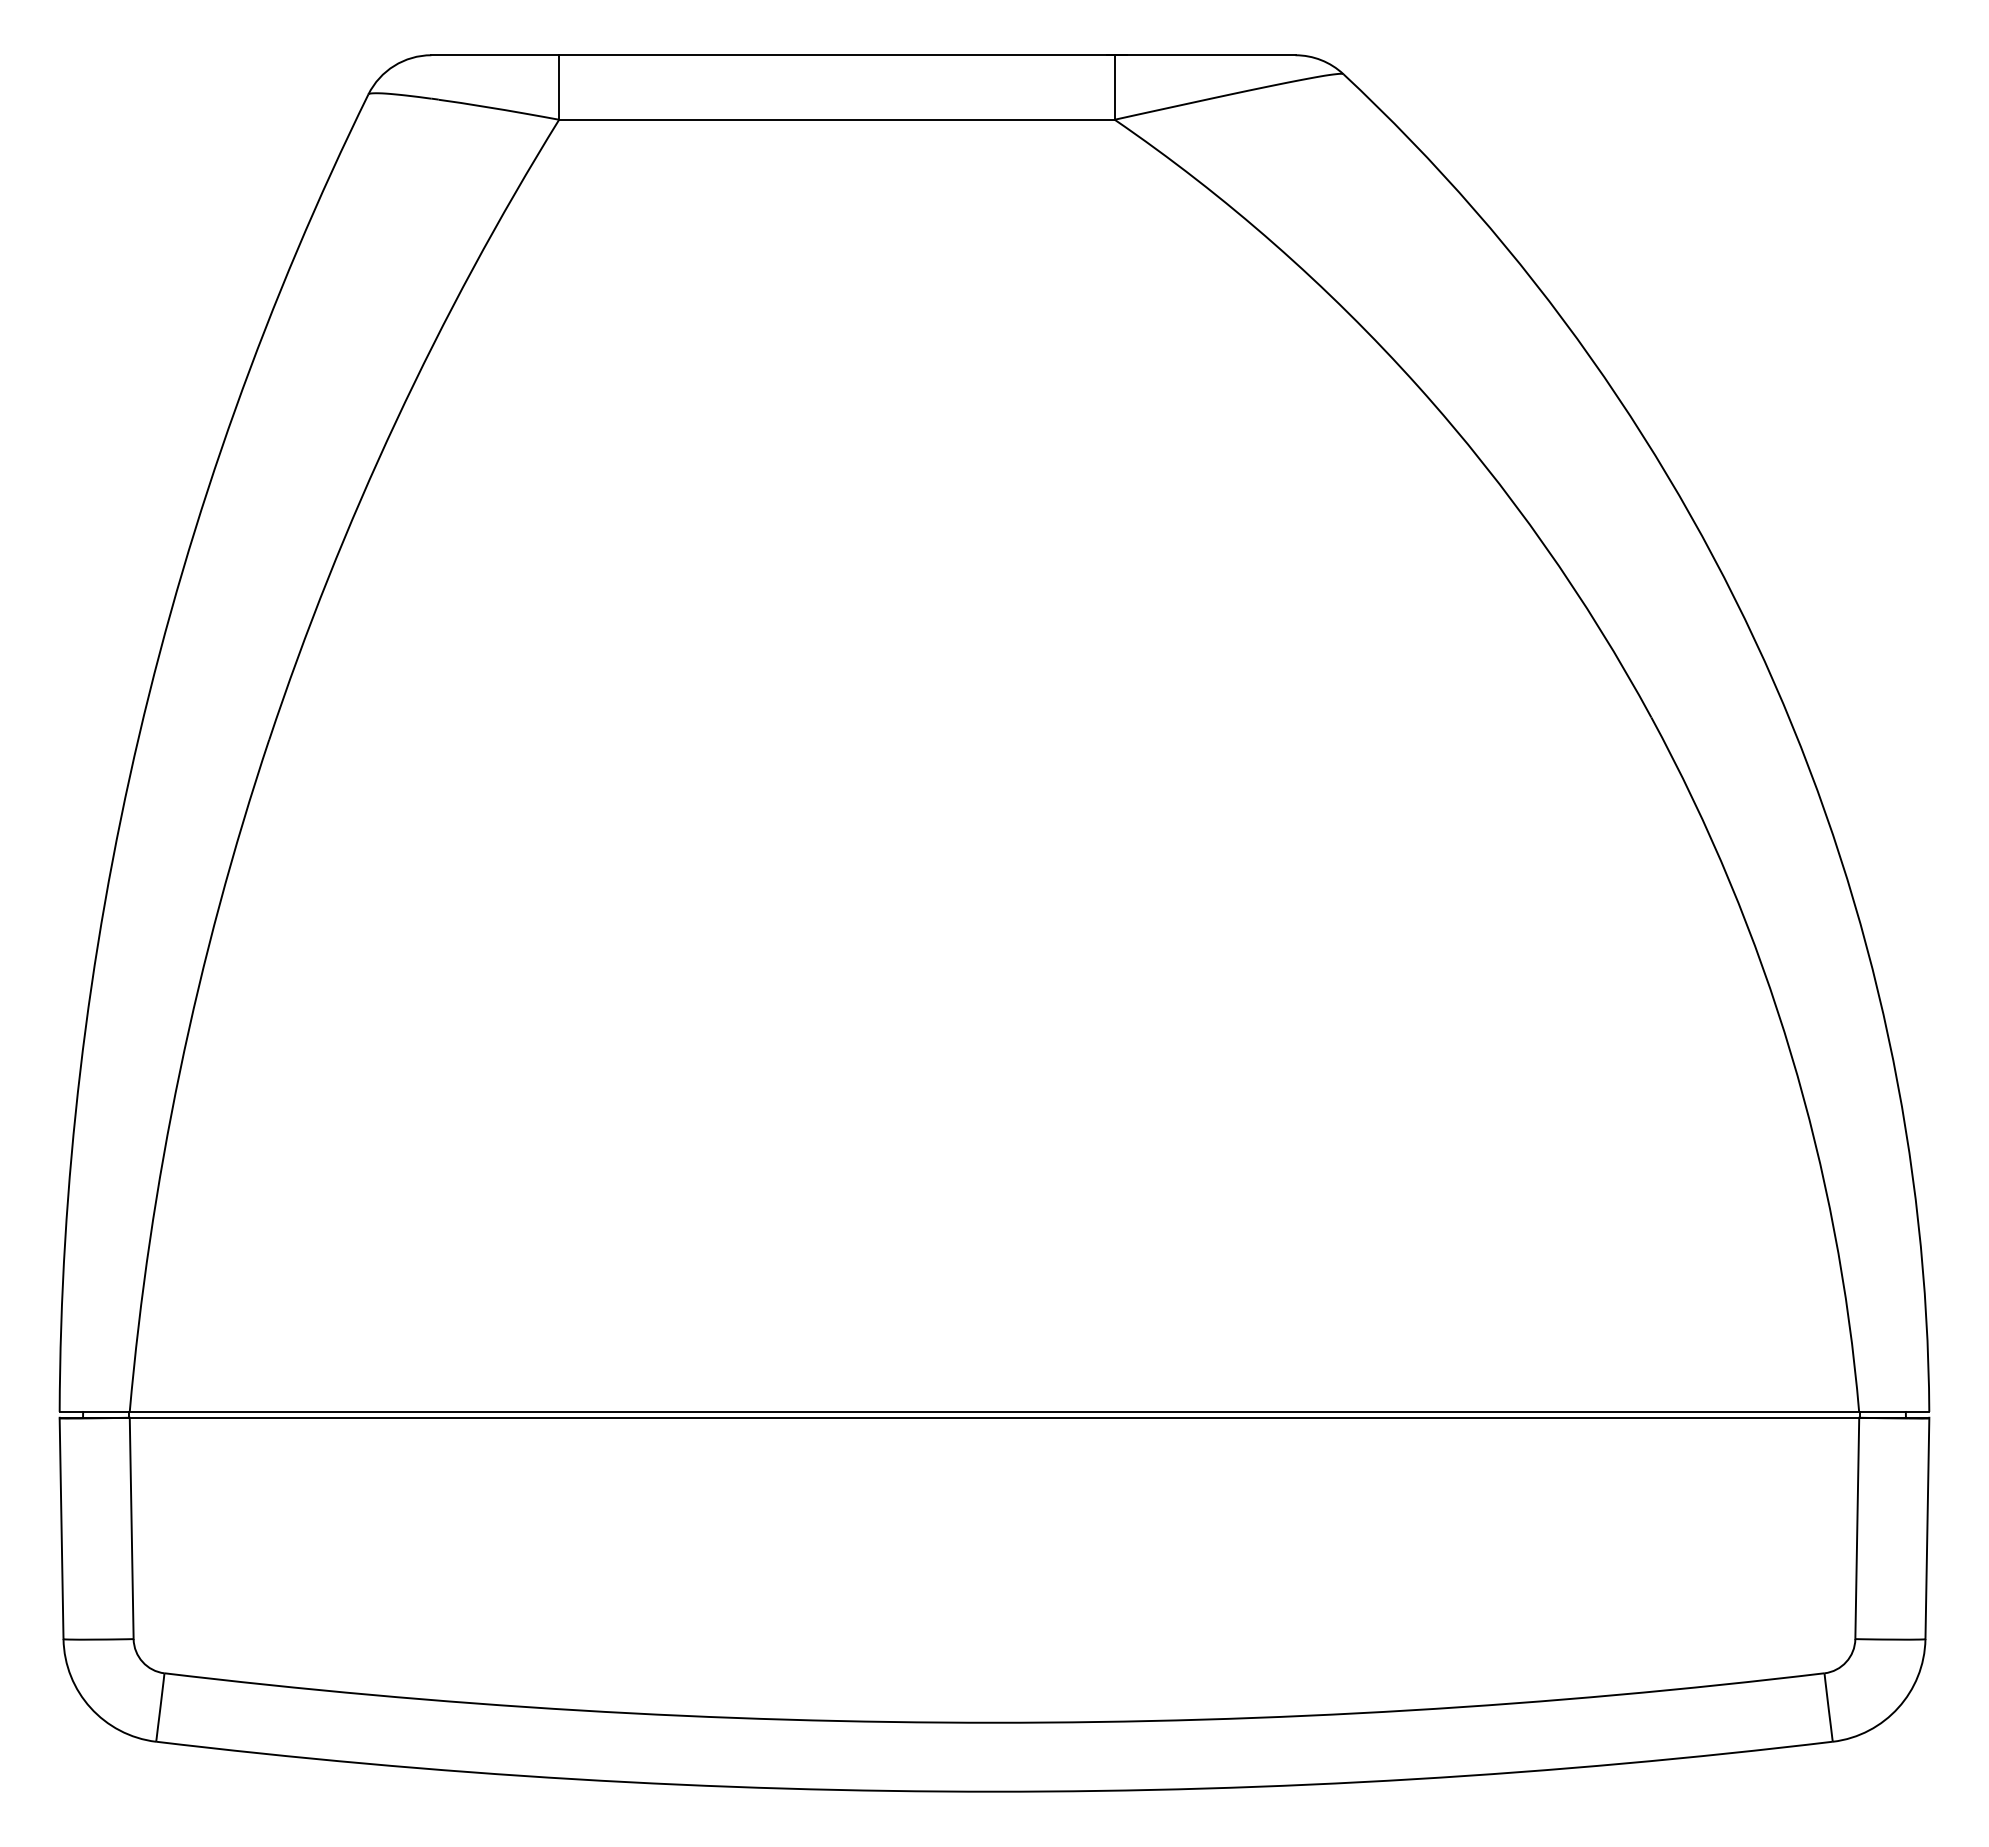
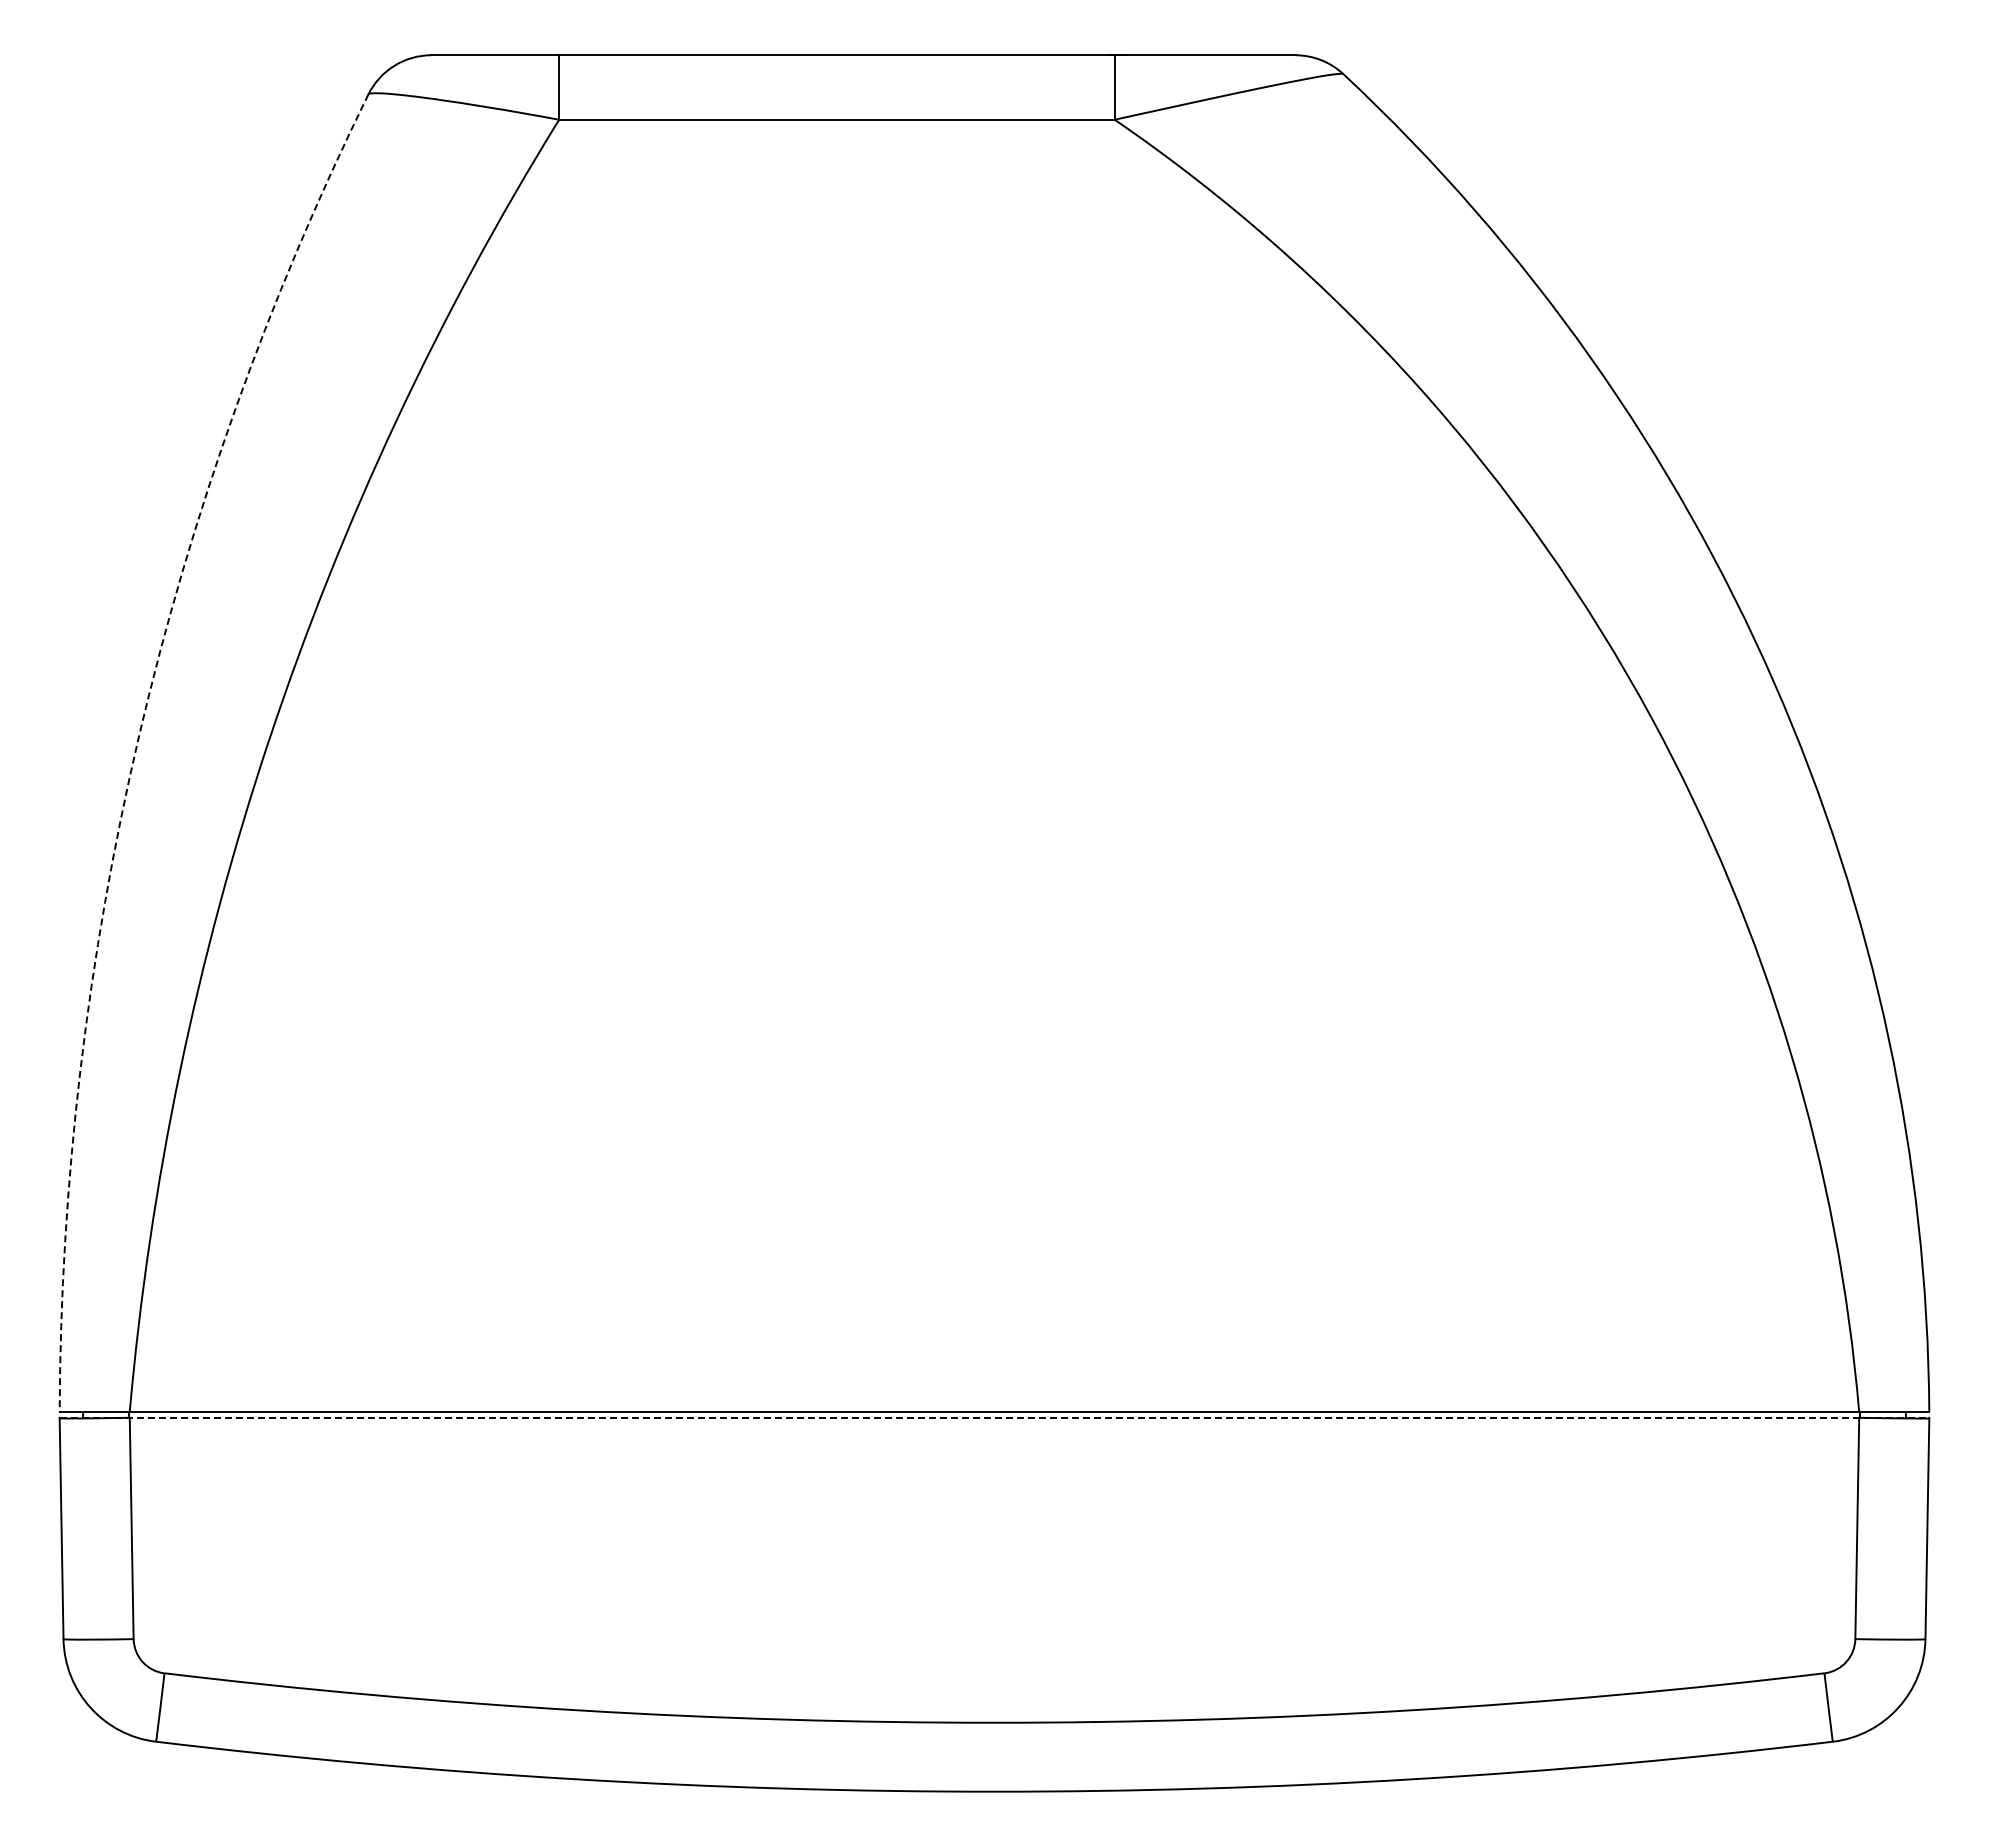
arc at (139, 735): solid -> dashed
line at (994, 1417): solid -> dashed
